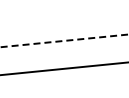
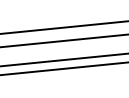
line at (63, 27): none -> present
line at (64, 40): dashed -> solid
line at (63, 59): none -> present
